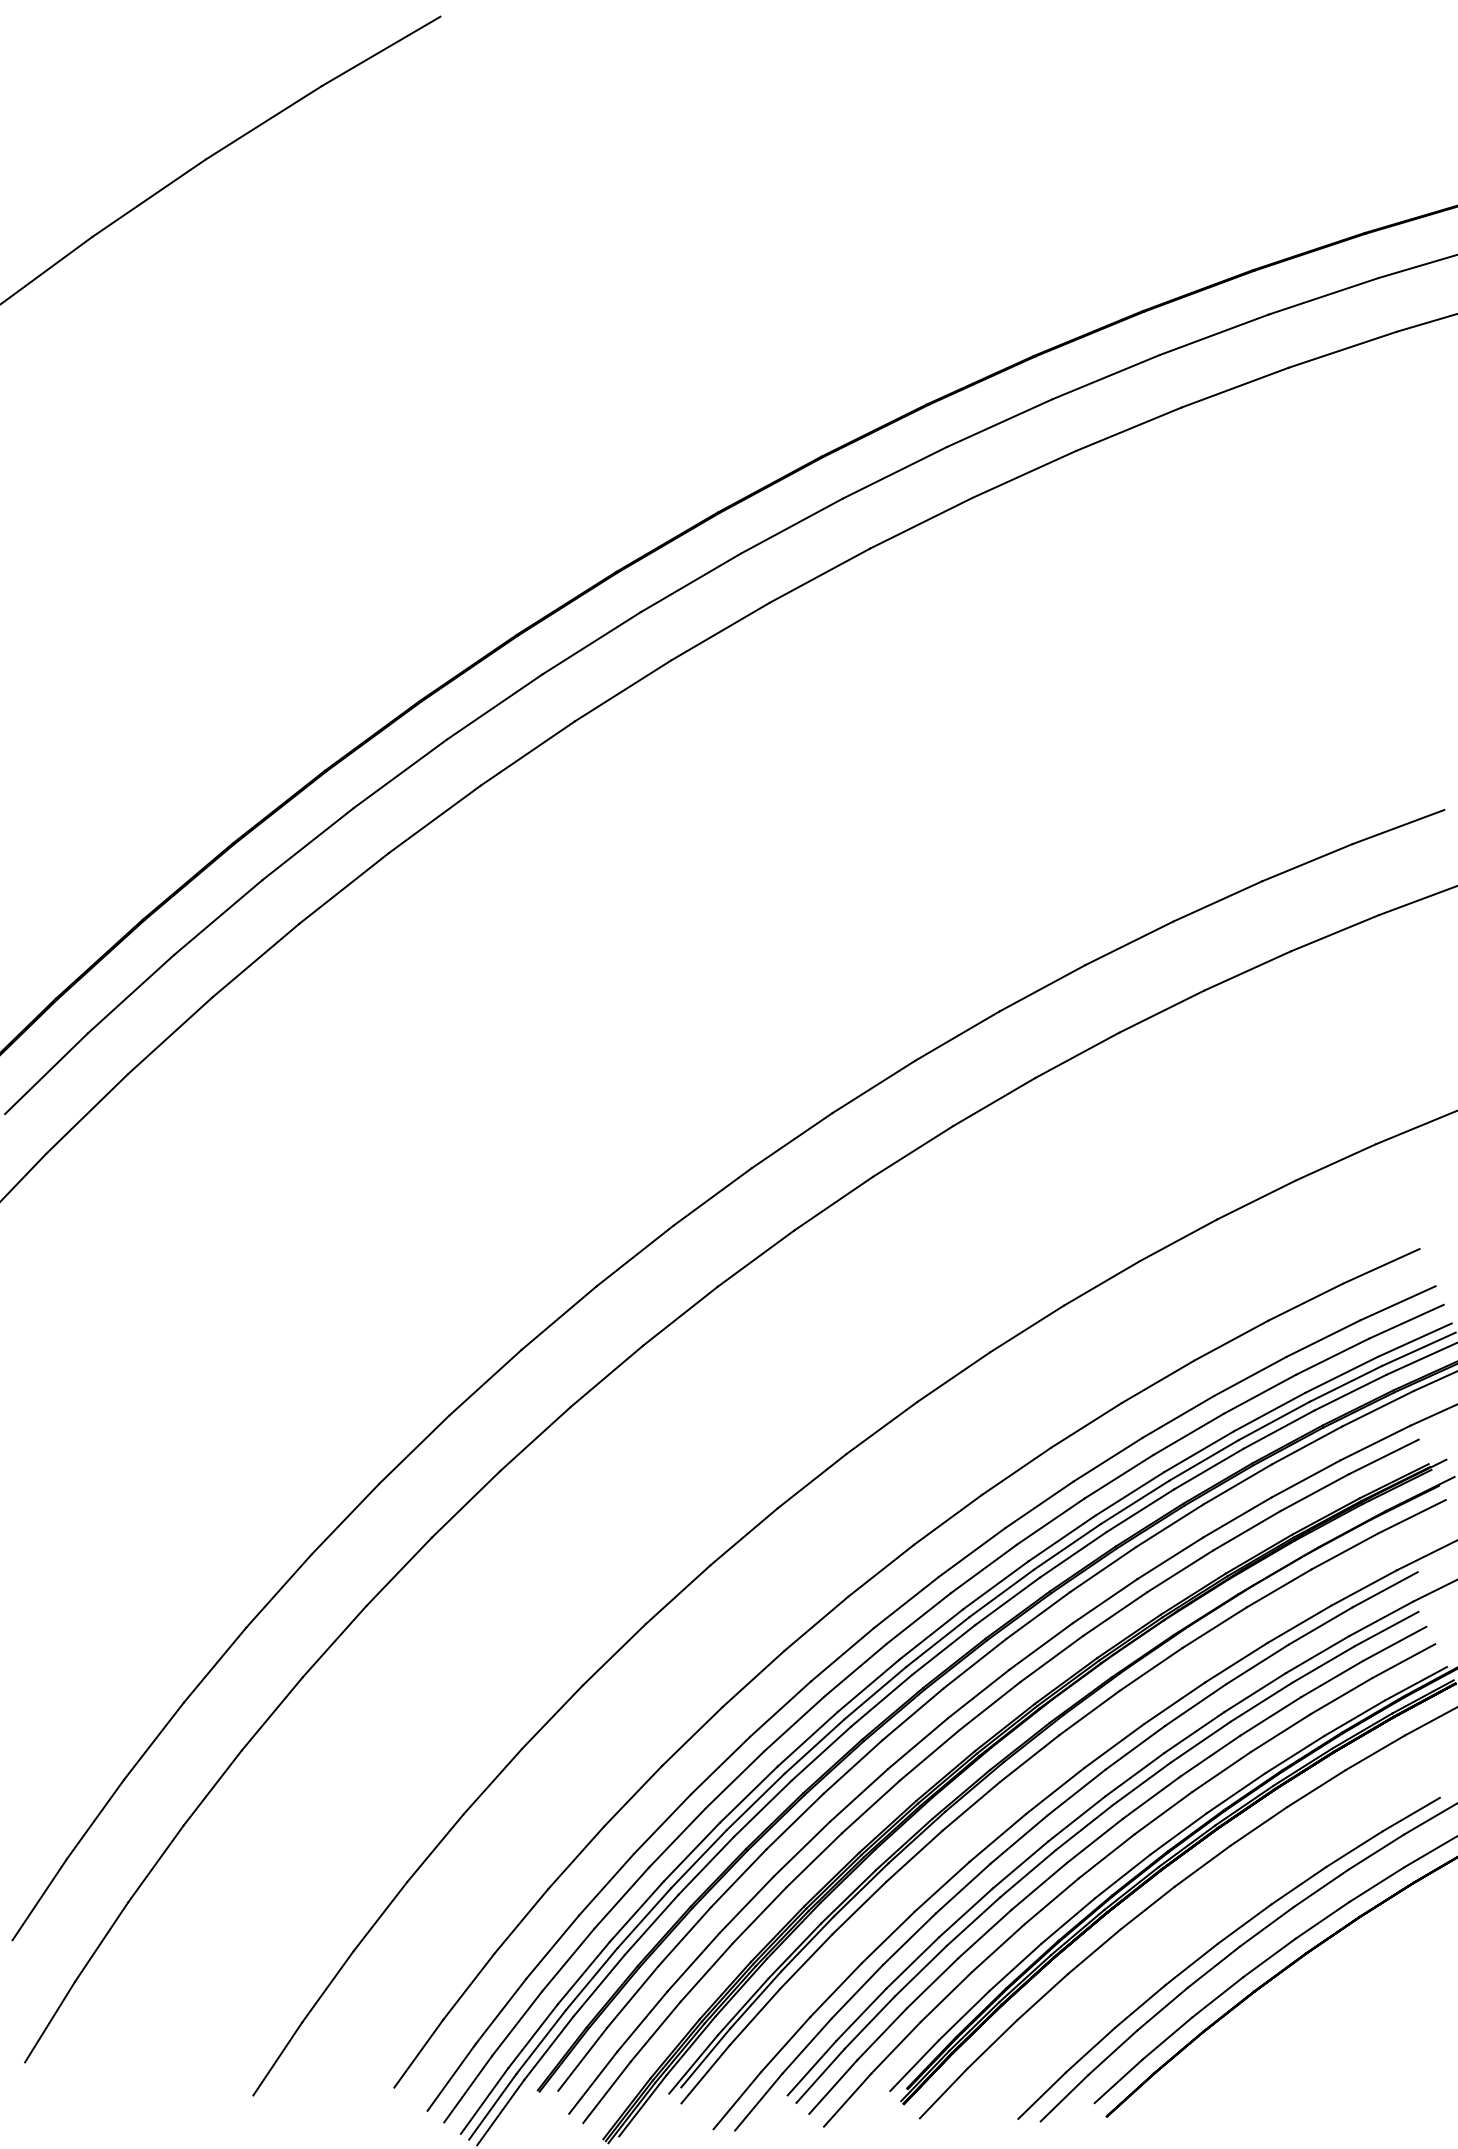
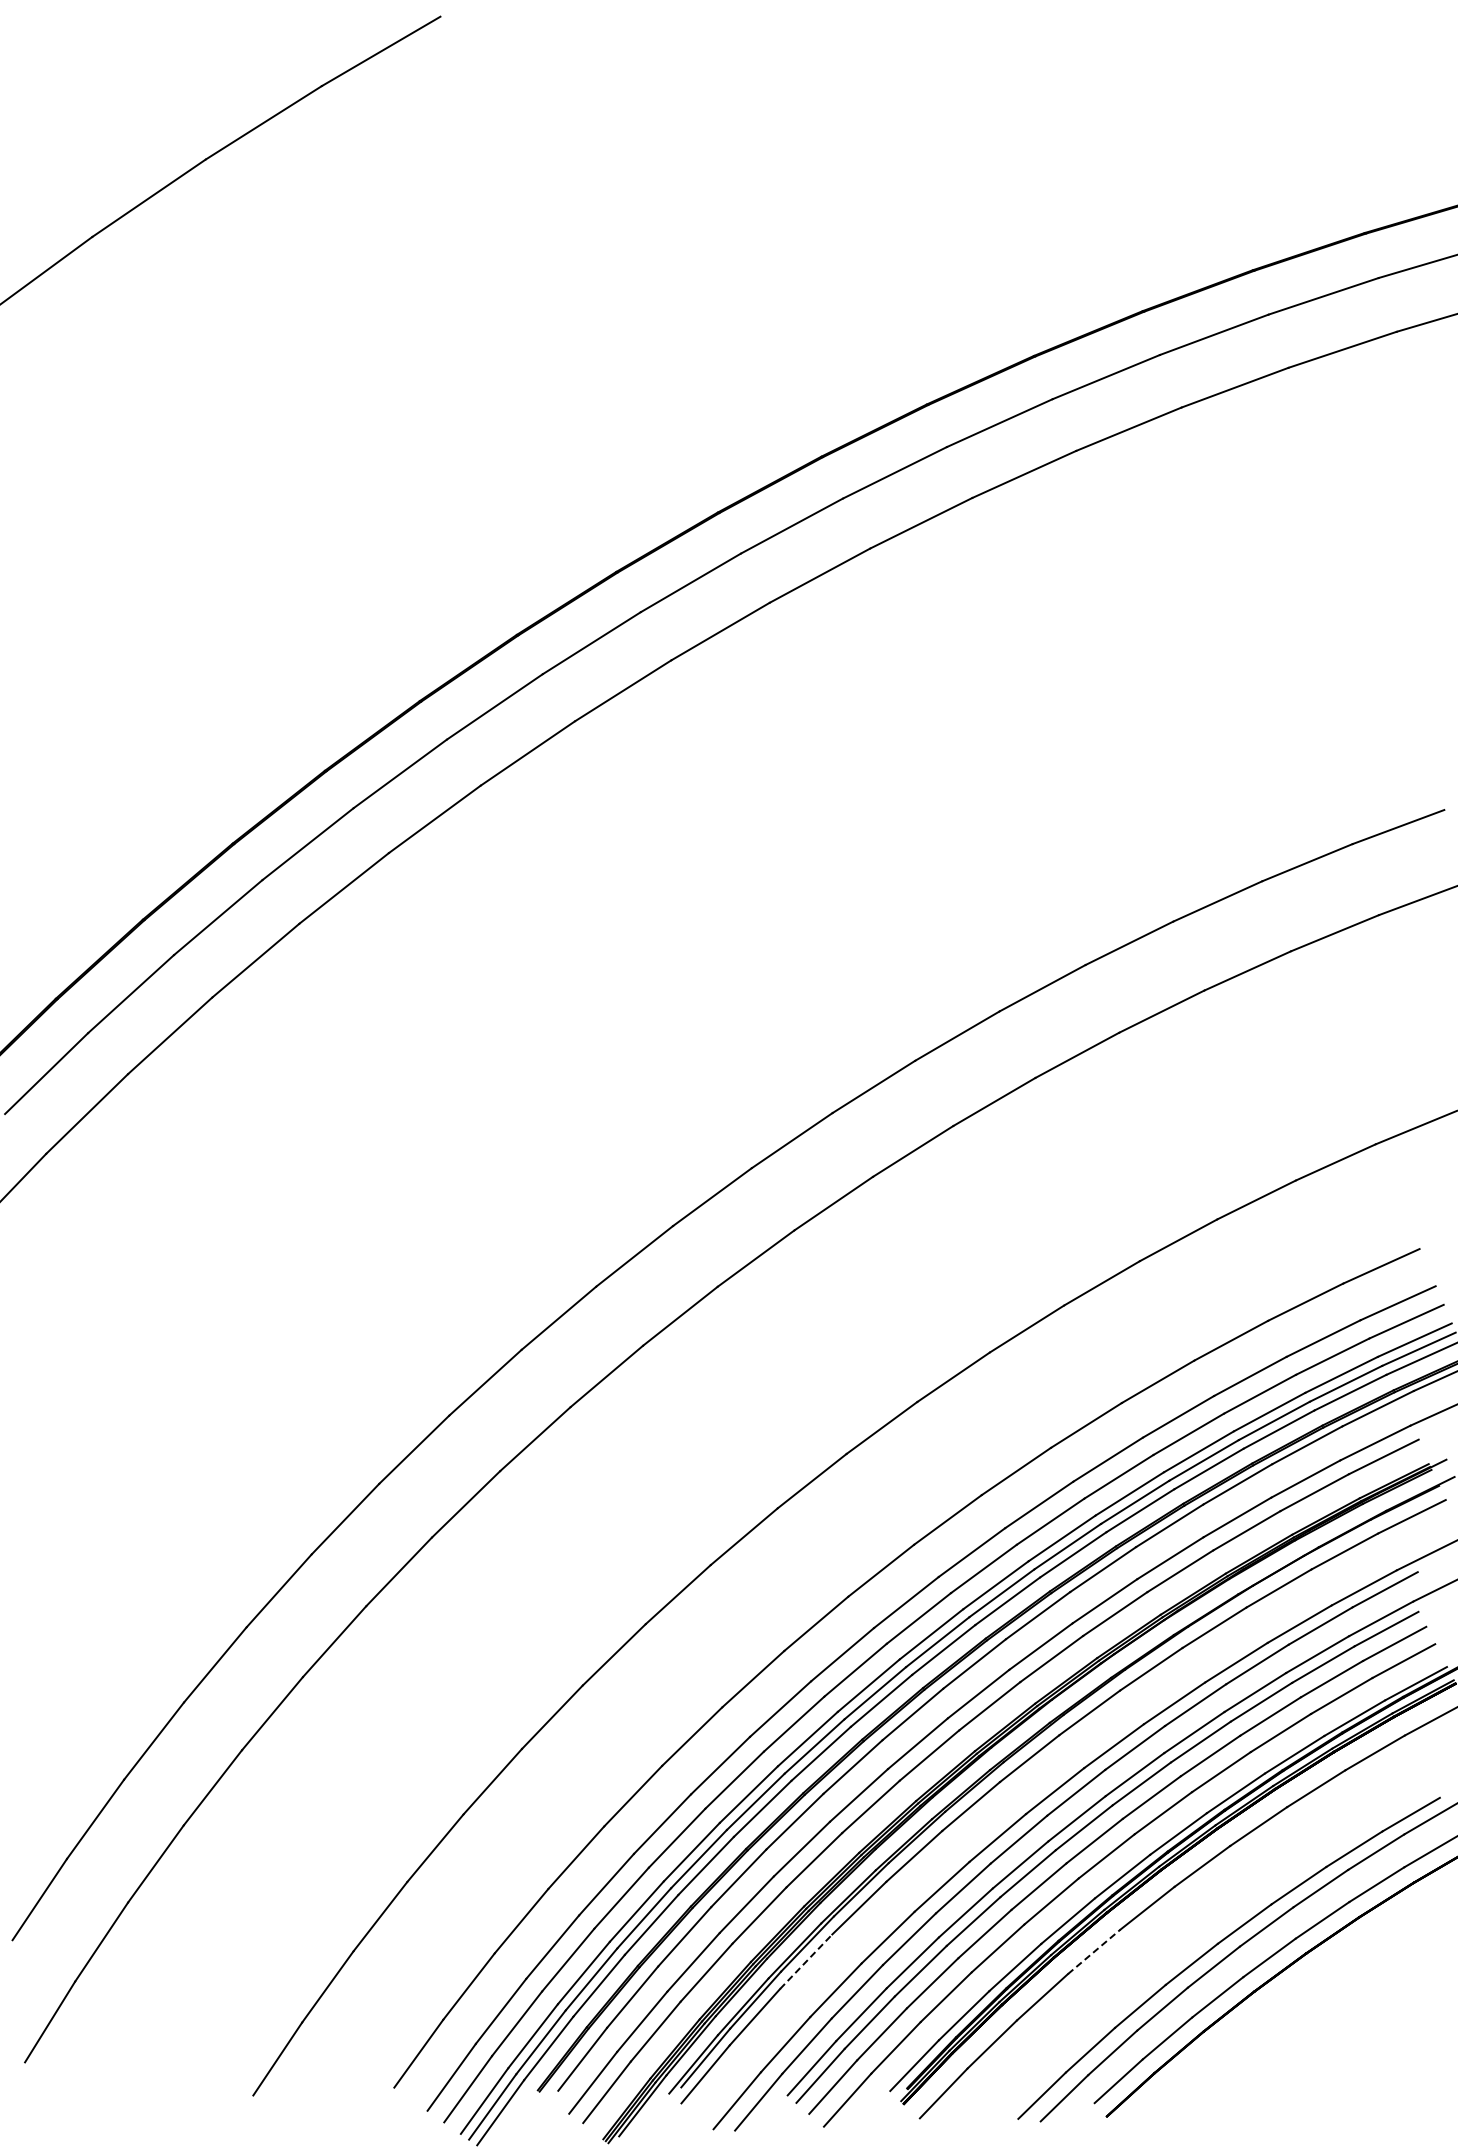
line at (1094, 1951): solid -> dashed
line at (806, 1961): solid -> dashed
